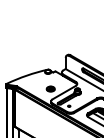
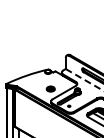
line at (84, 80): solid -> dashed
